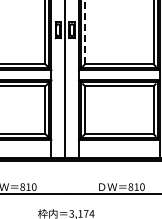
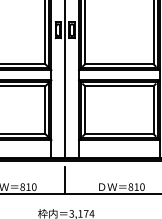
line at (85, 32): dashed -> solid
line at (65, 180): none -> present
